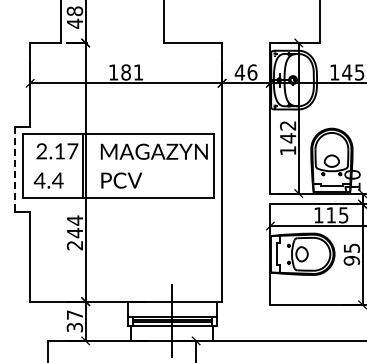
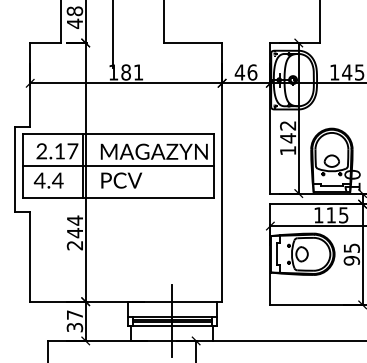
line at (112, 34): none -> present
line at (118, 165): none -> present
line at (15, 169): dashed -> solid
